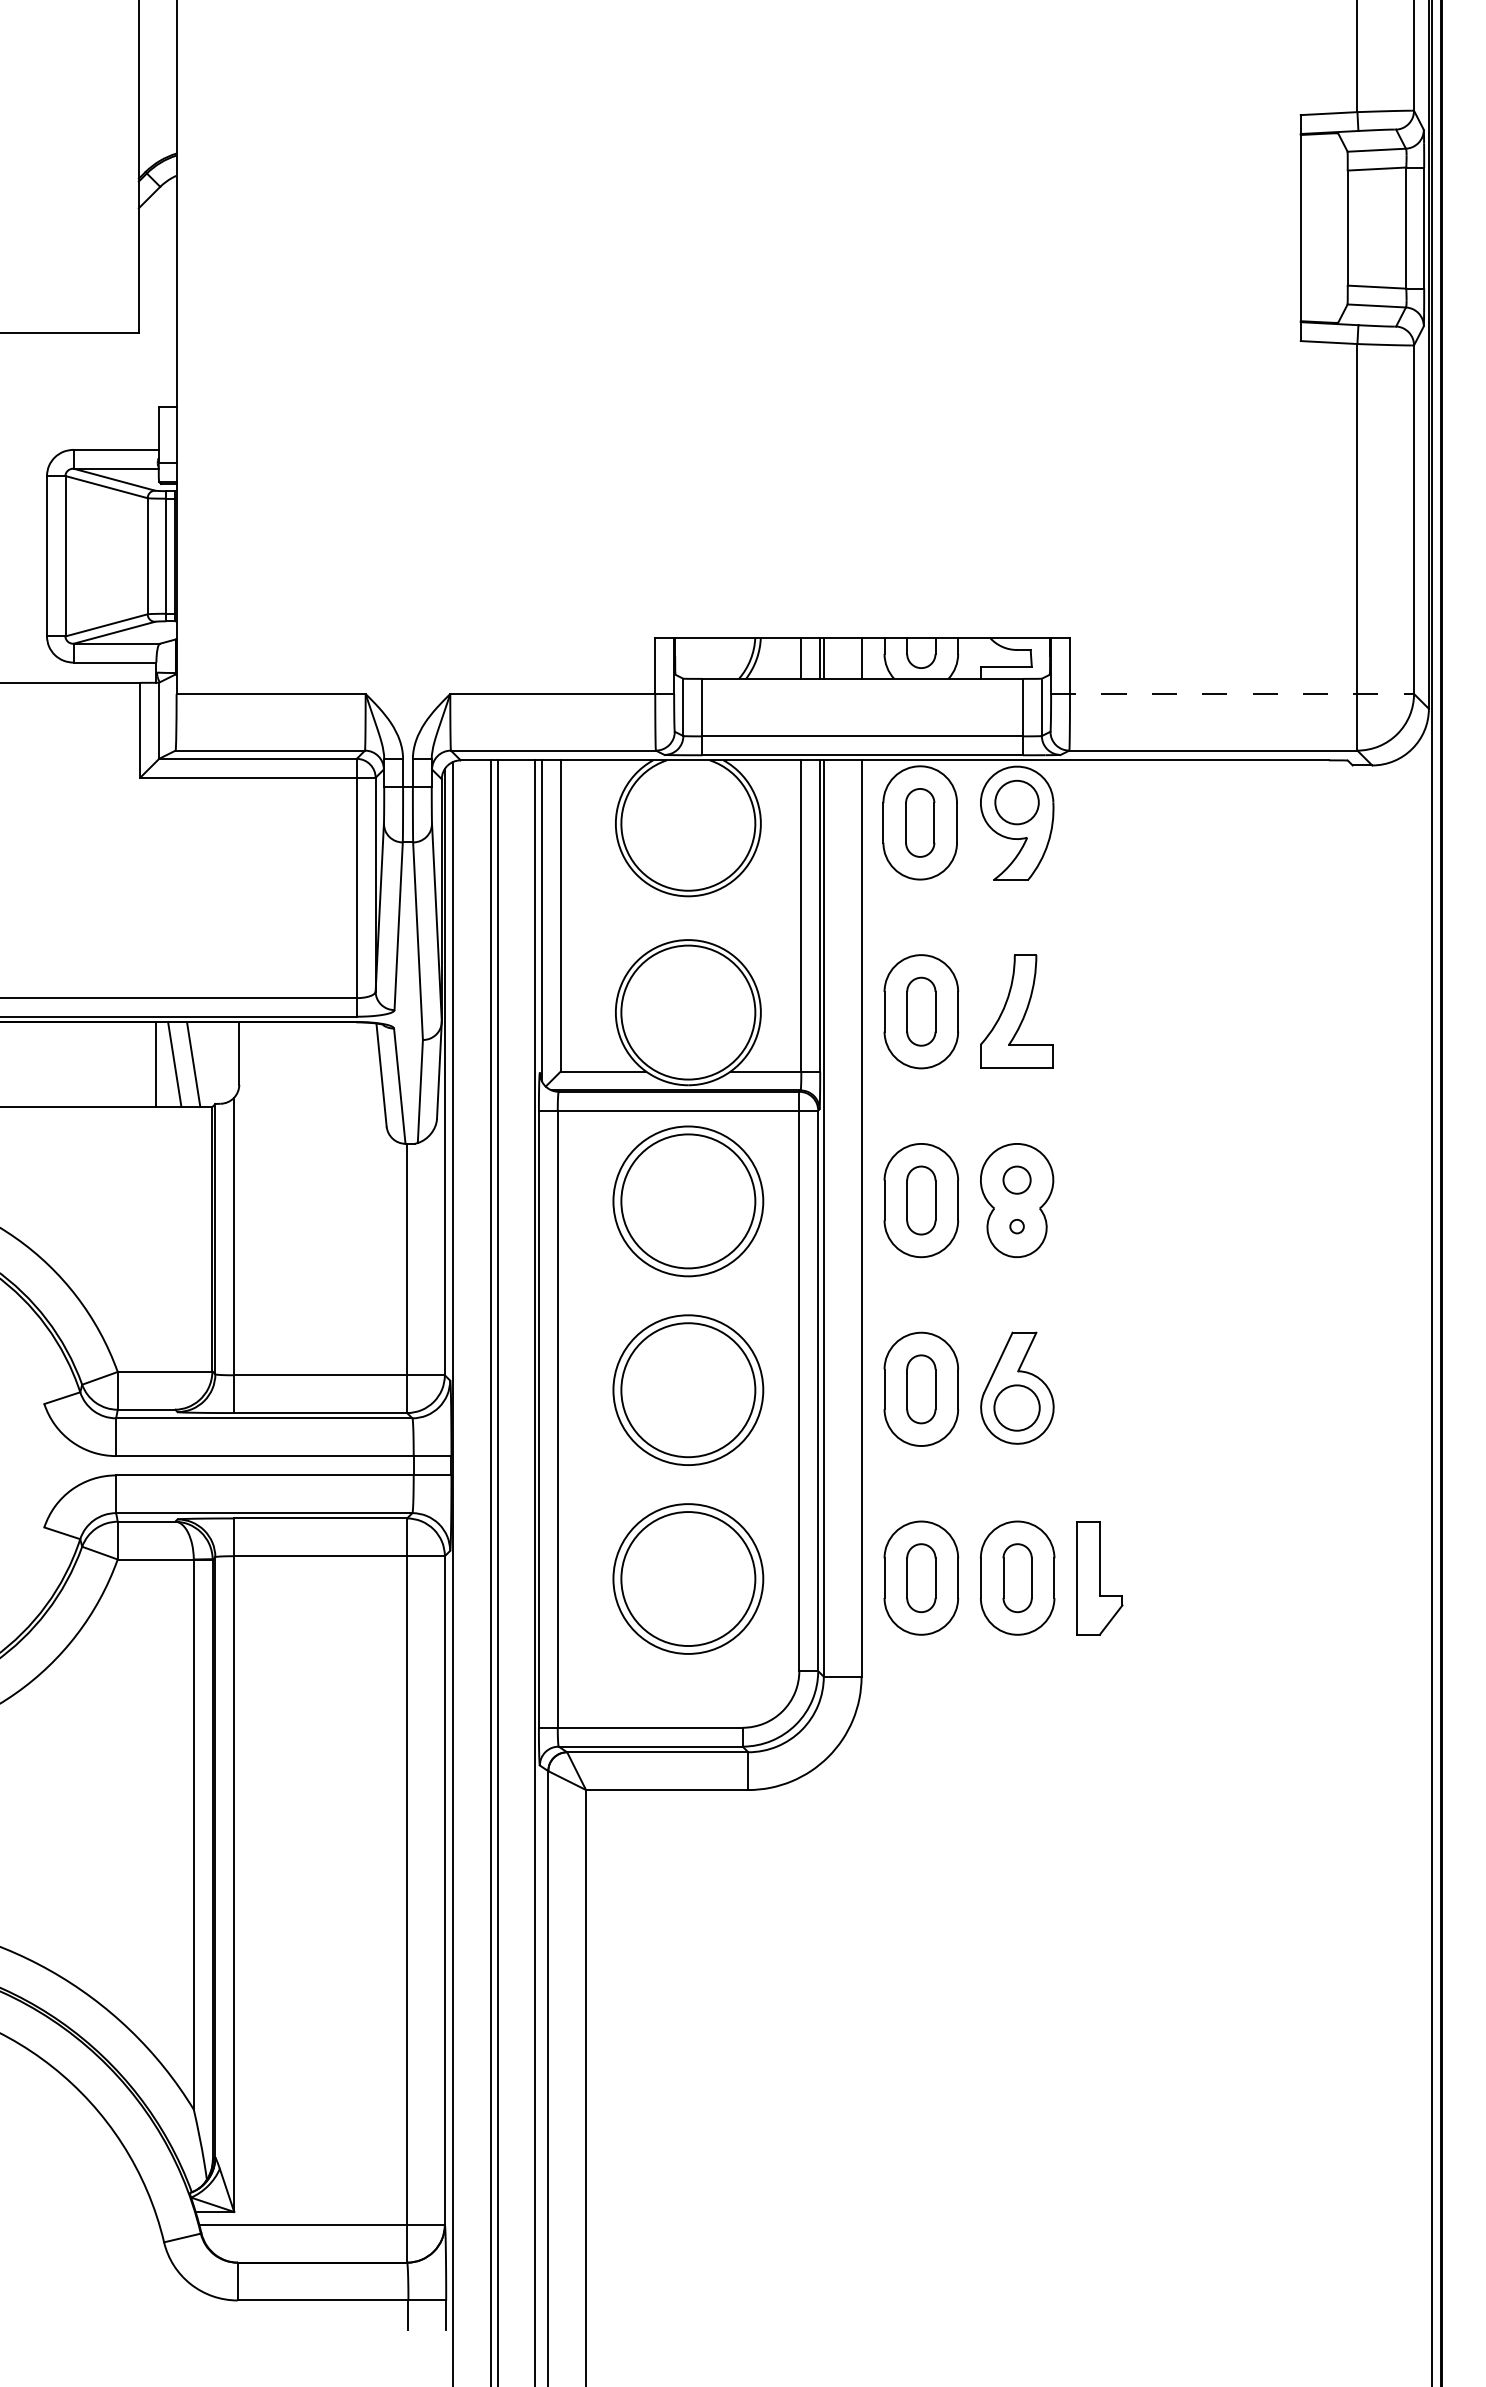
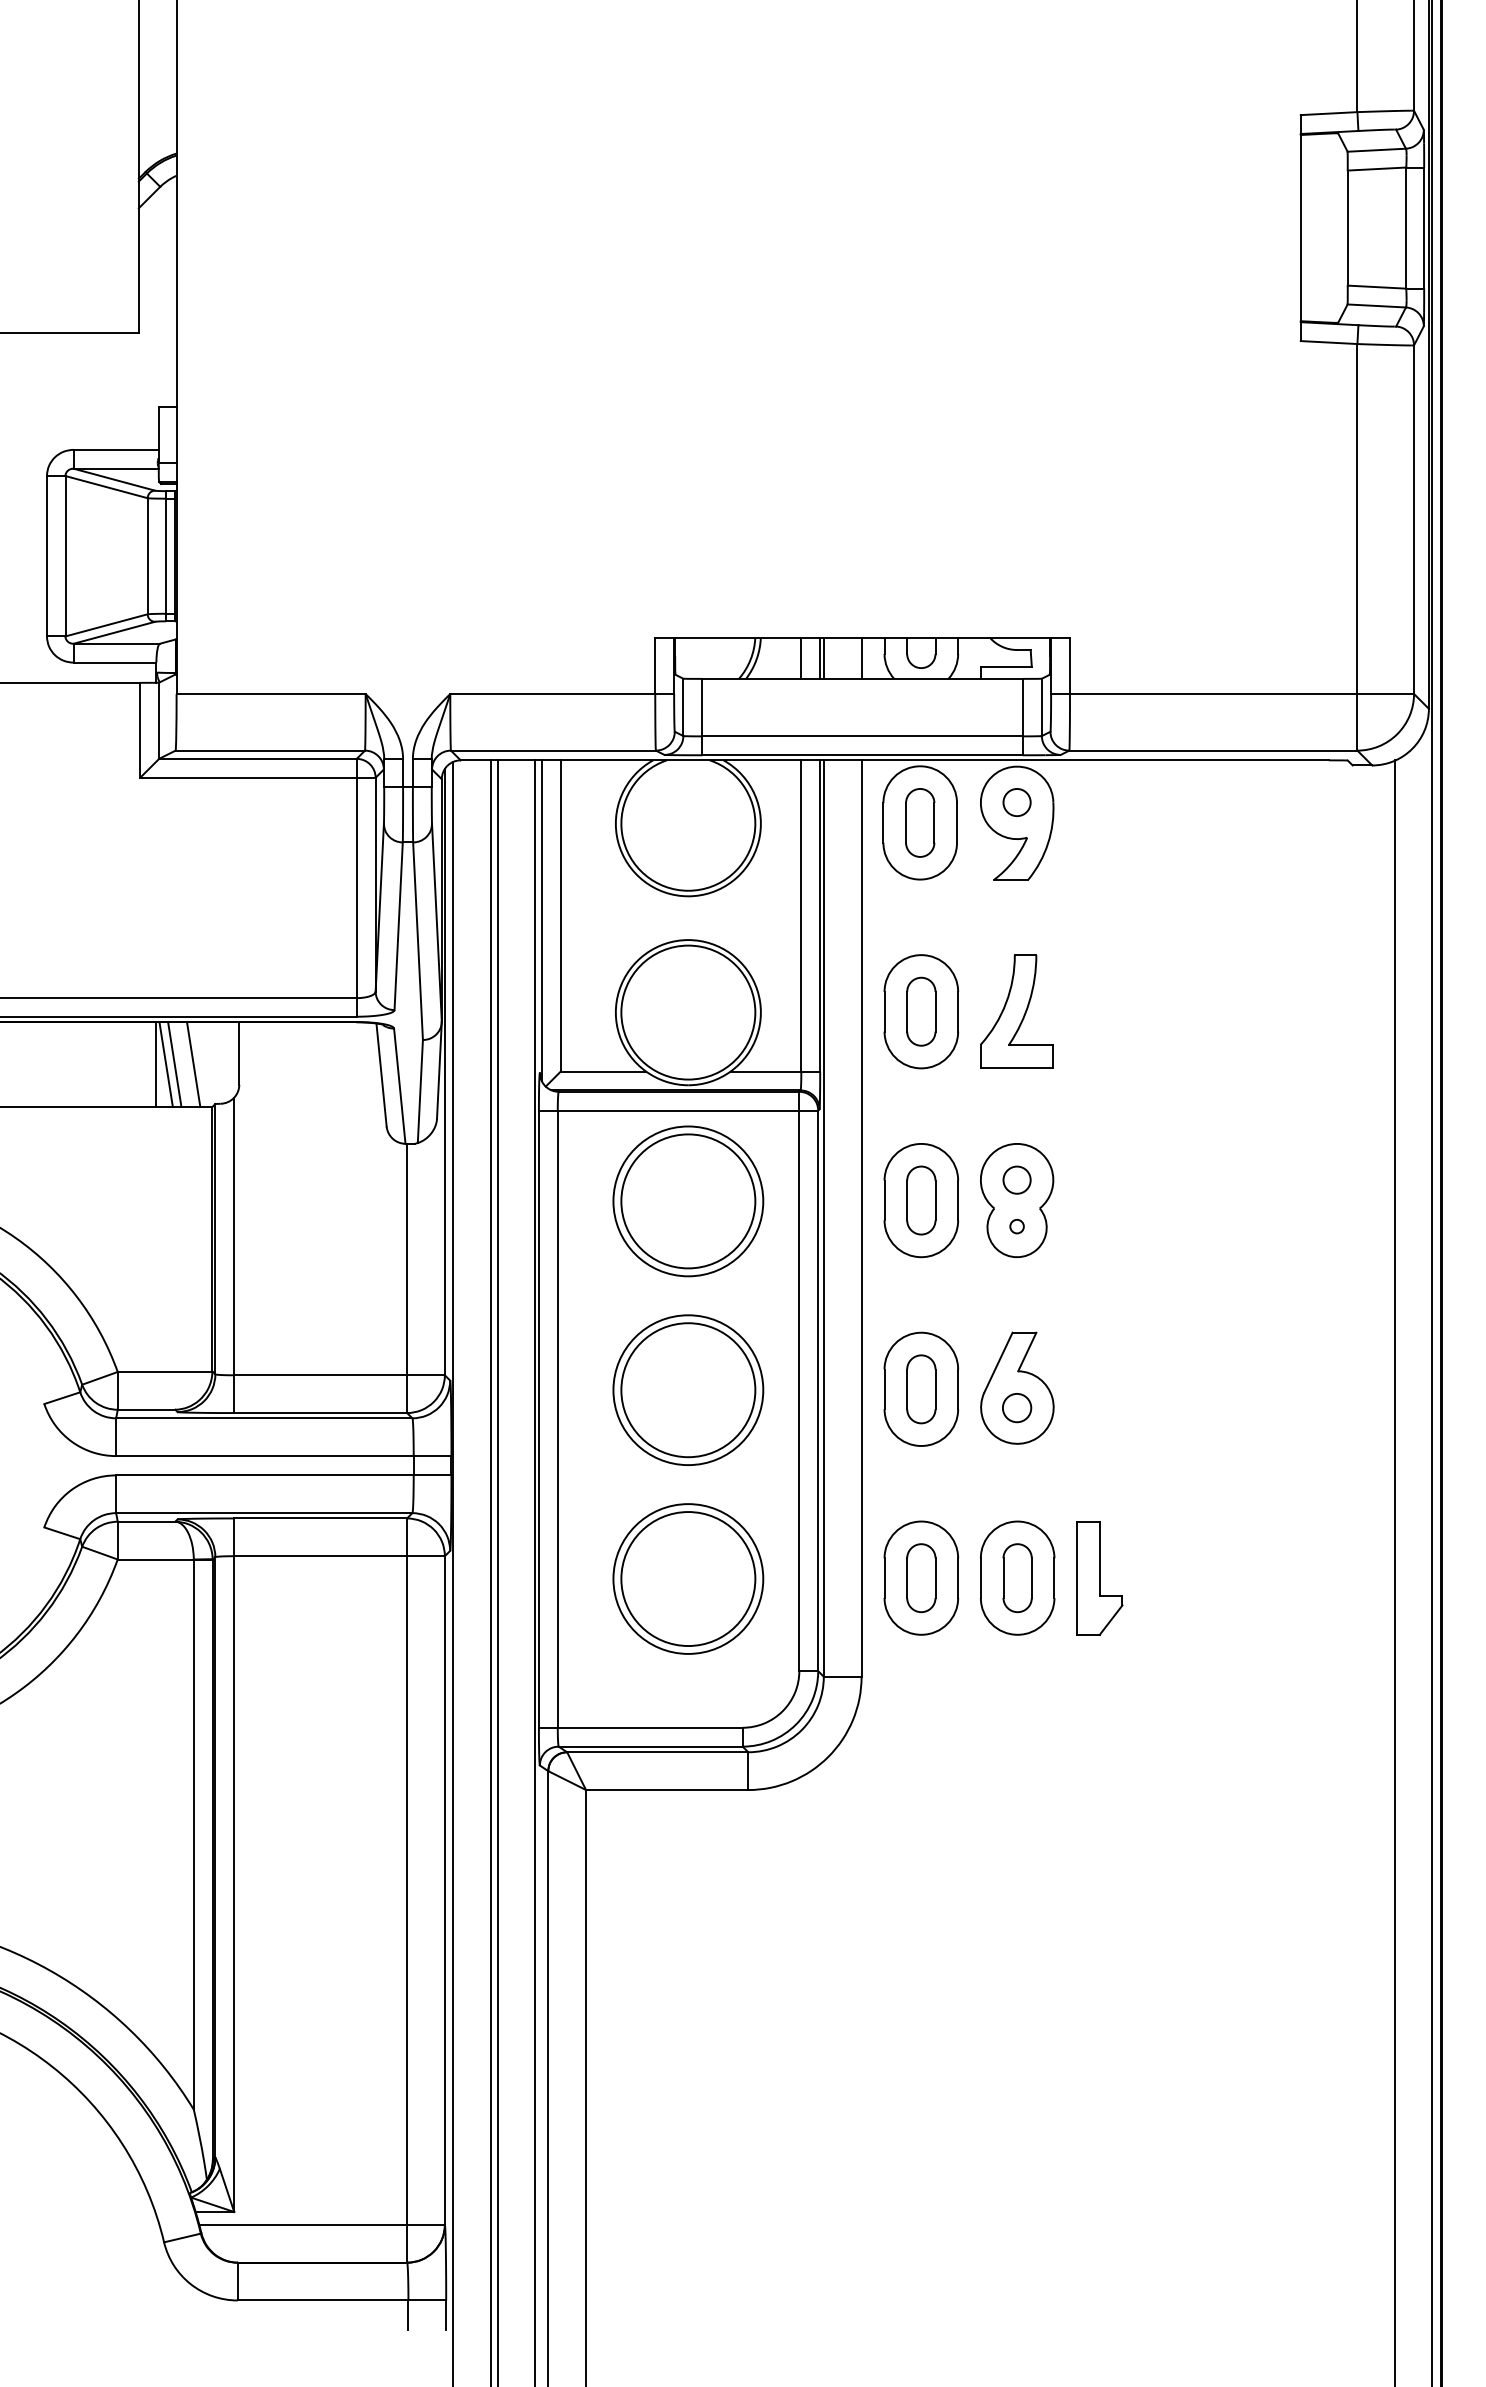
line at (1233, 693): dashed -> solid
circle at (1016, 802) diameter: 44 px -> 27 px
line at (165, 1064): none -> present
circle at (1016, 1407) diameter: 45 px -> 28 px
line at (1394, 1571): none -> present
